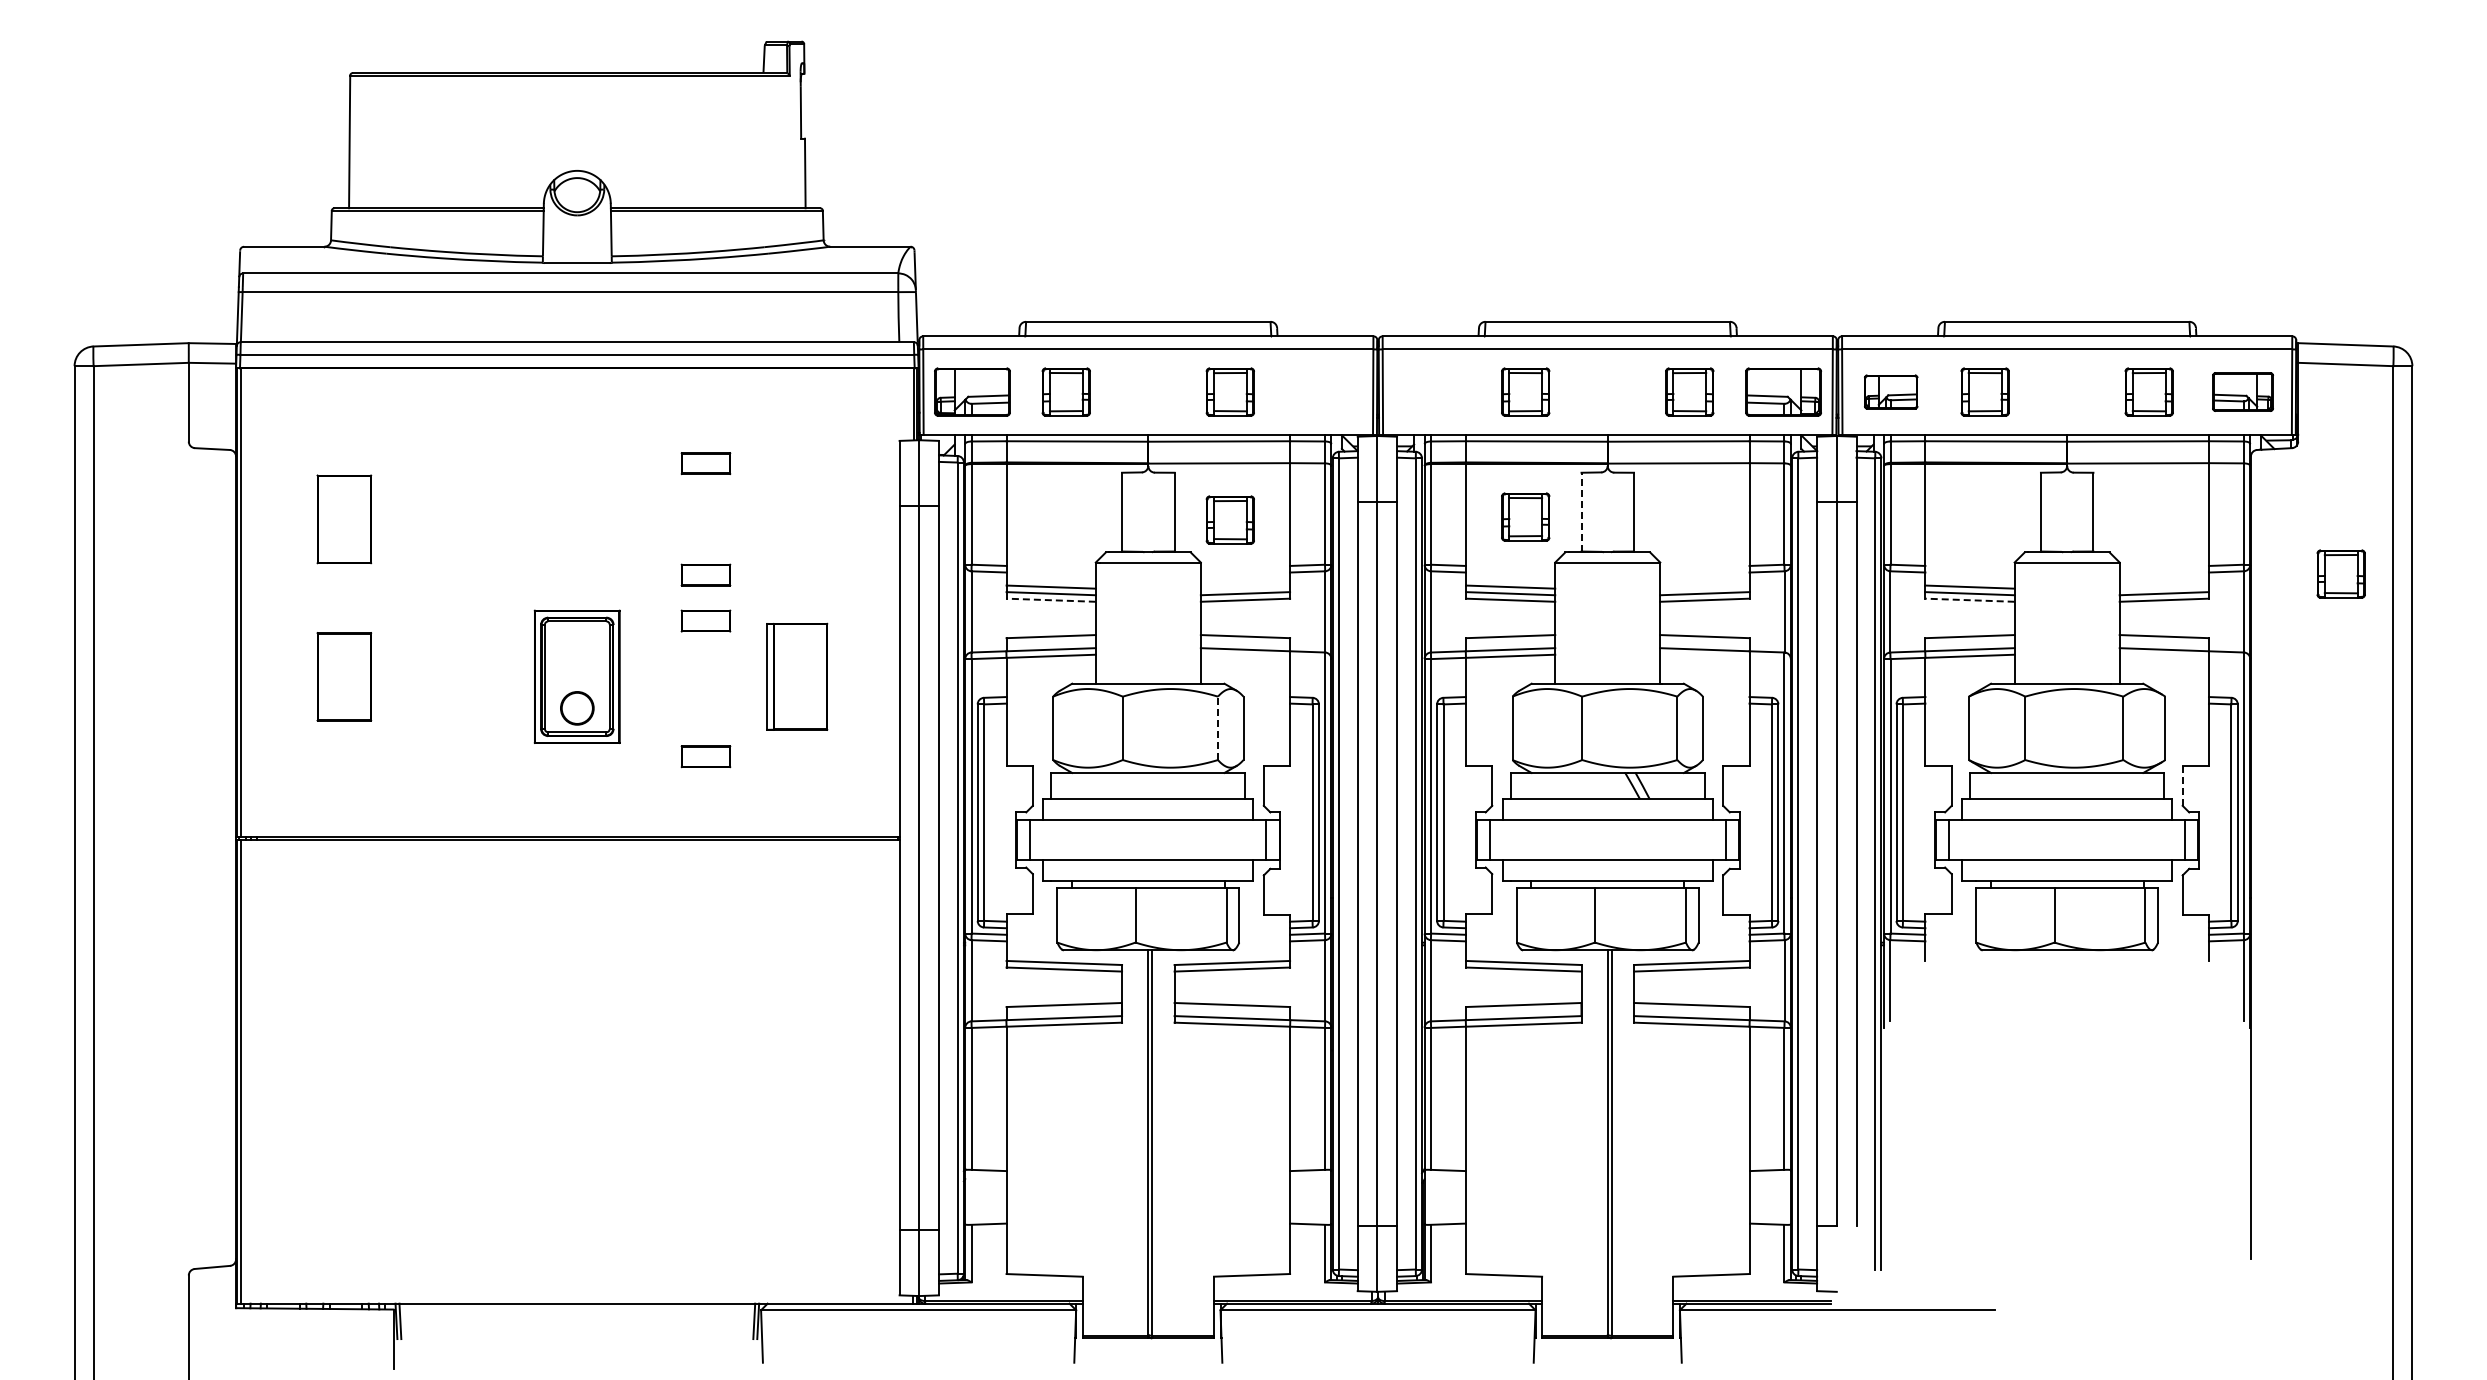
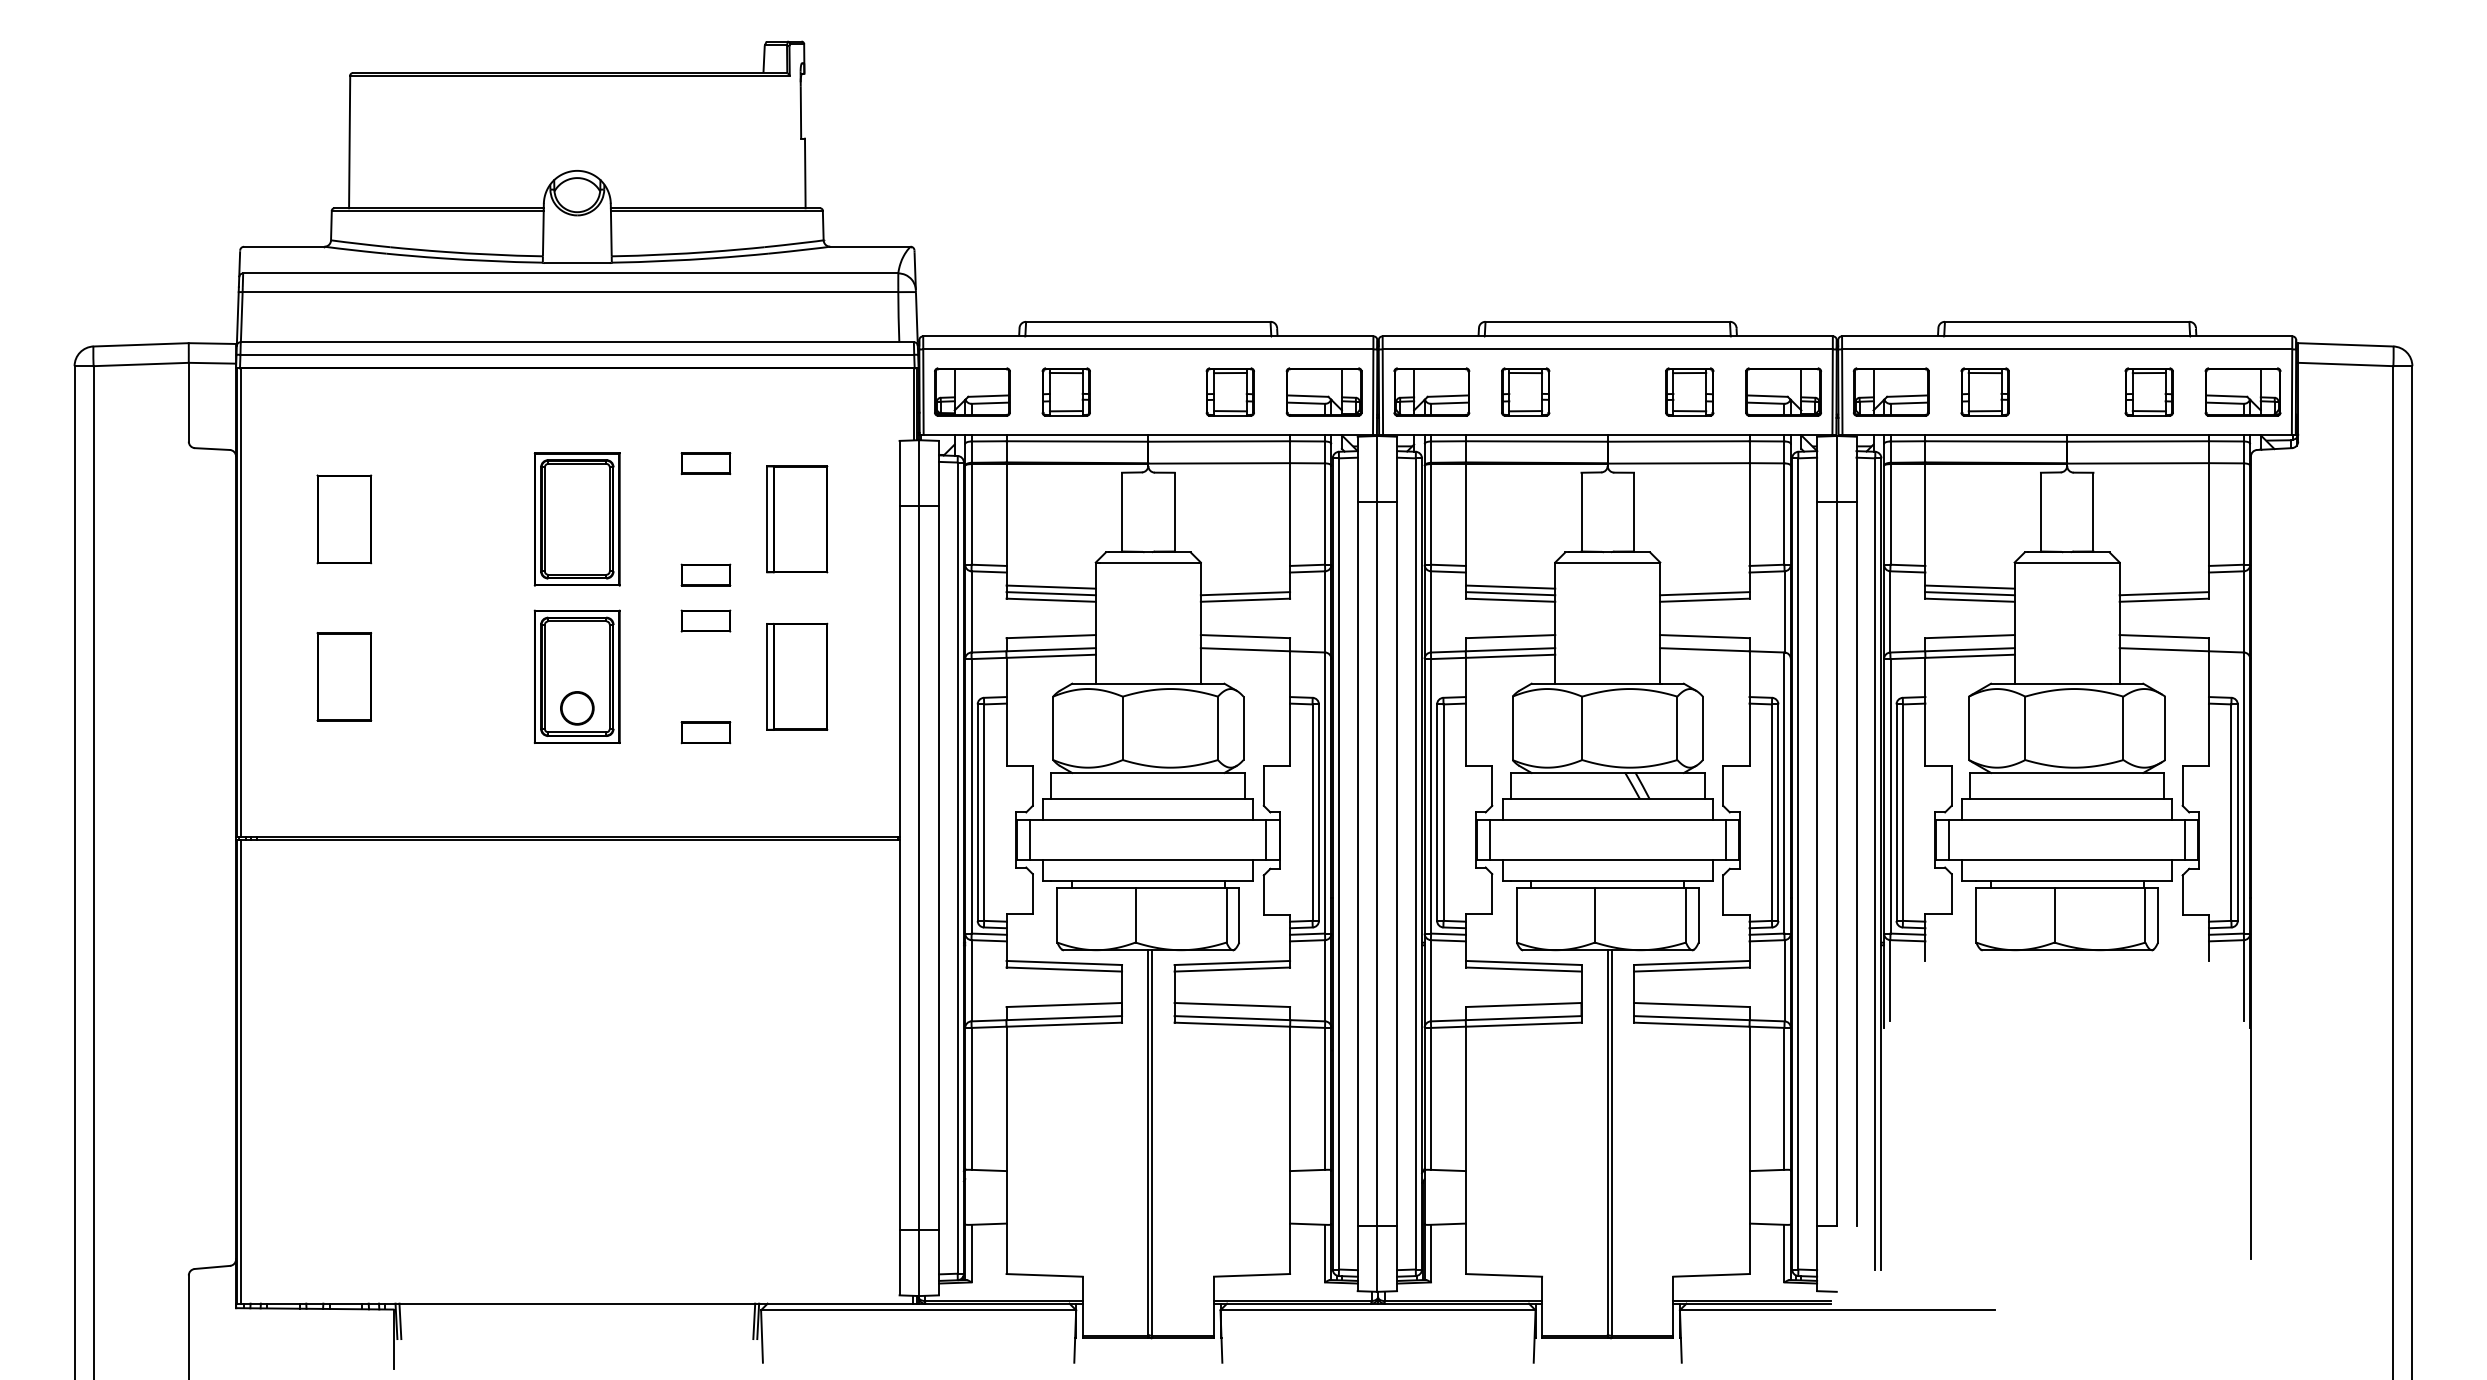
part at (1323, 391): none -> present
part at (1431, 391): none -> present
part at (1891, 391) size: 55x36 px -> 78x50 px
part at (2242, 391) size: 62x40 px -> 78x50 px
line at (1581, 511): dashed -> solid
part at (1525, 516): present -> none
part at (576, 519): none -> present
part at (797, 519): none -> present
part at (1229, 519): present -> none
part at (2340, 573): present -> none
line at (1051, 600): dashed -> solid
line at (1970, 600): dashed -> solid
line at (1217, 728): dashed -> solid
part at (705, 756) position: (705, 756) -> (705, 732)
line at (2182, 786): dashed -> solid
